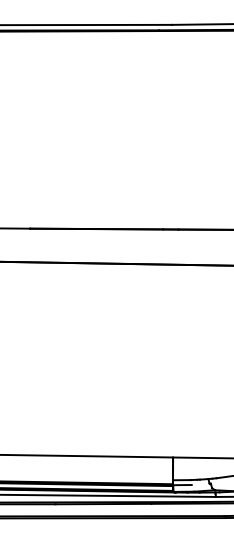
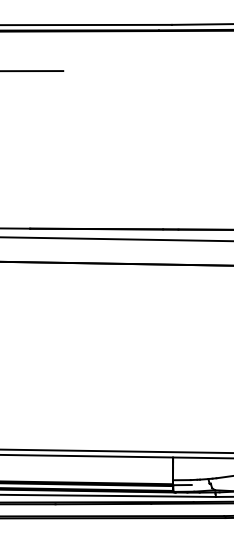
line at (32, 71): none -> present
line at (116, 239): none -> present
line at (116, 451): none -> present
